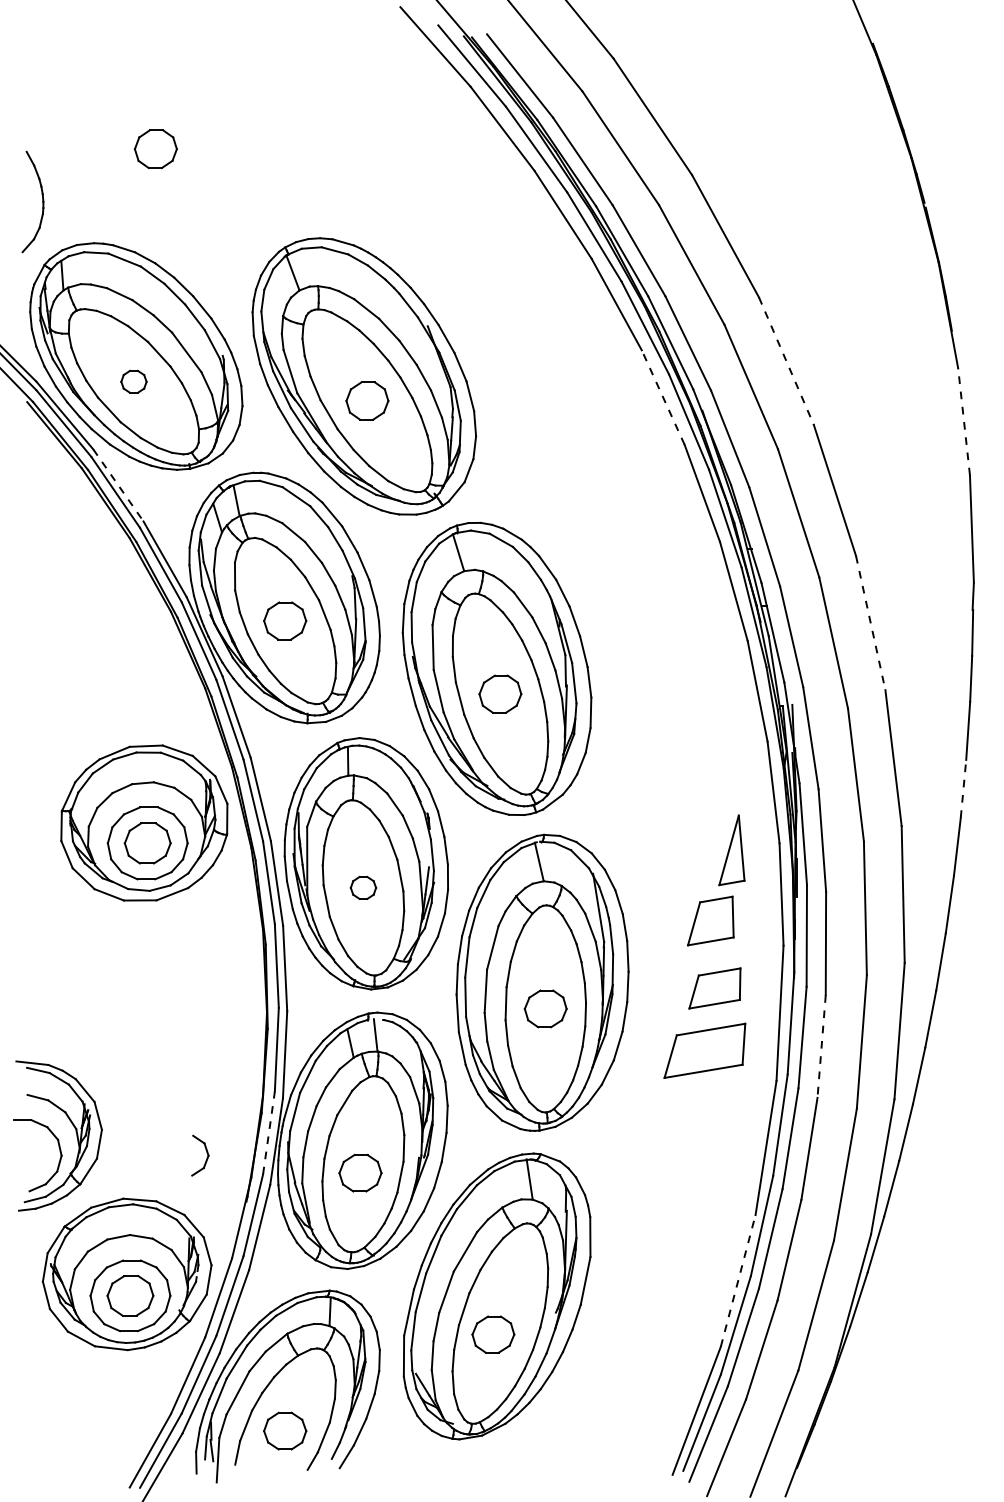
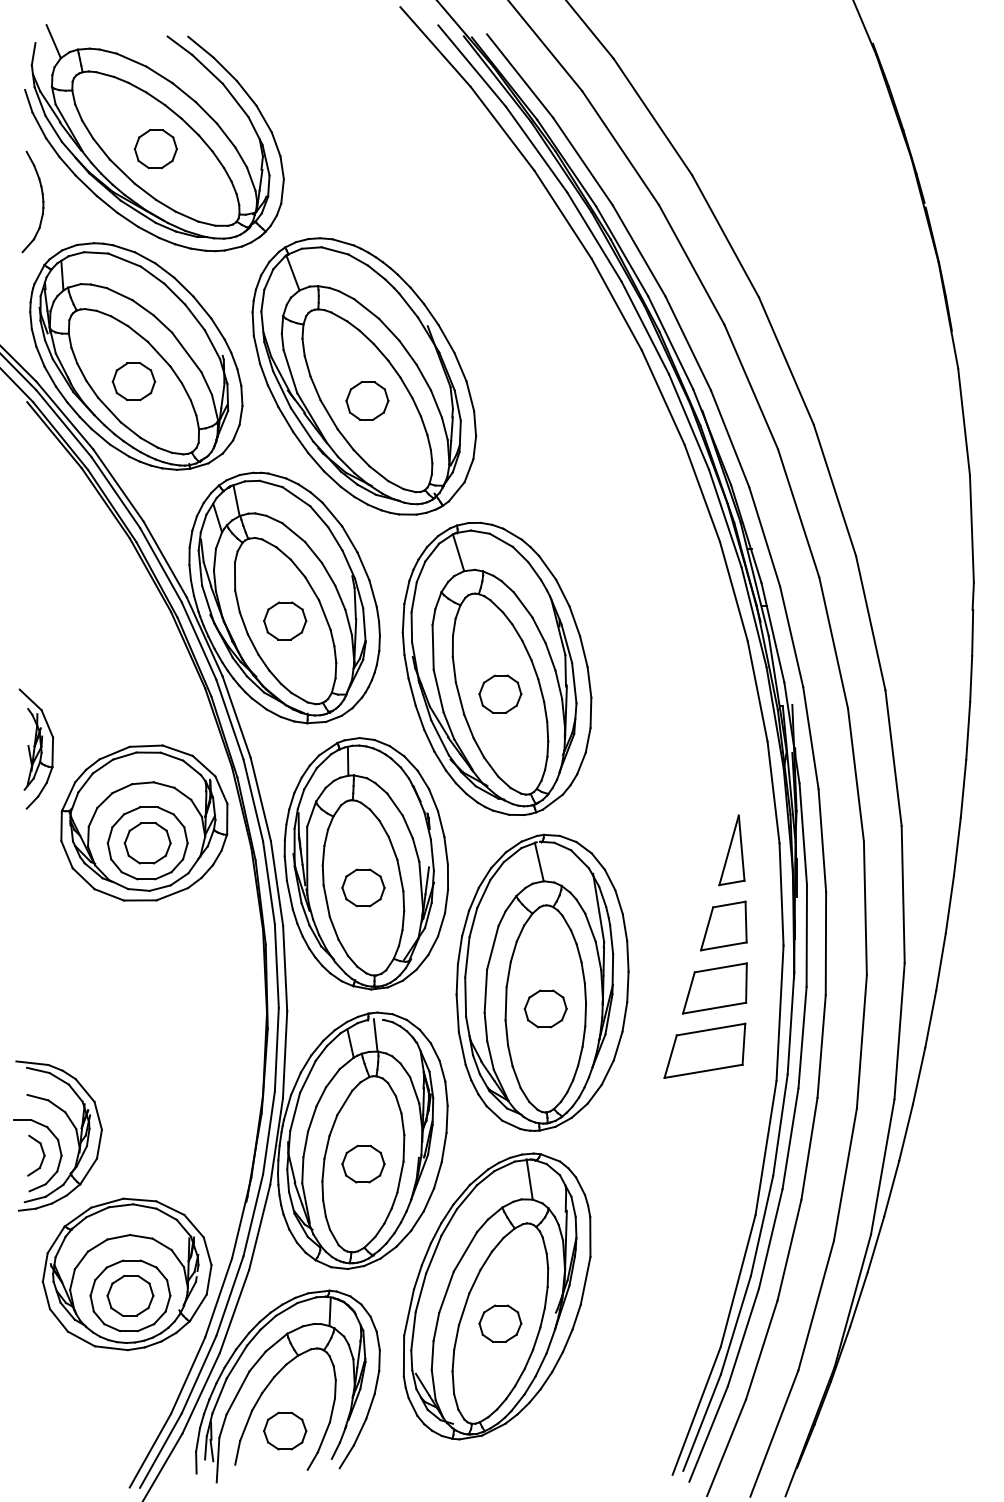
part at (154, 138): none -> present
line at (786, 361): dashed -> solid
part at (133, 381) size: 28x25 px -> 46x40 px
line at (663, 397): dashed -> solid
line at (964, 421): dashed -> solid
line at (118, 485): dashed -> solid
line at (870, 623): dashed -> solid
part at (36, 748): none -> present
line at (963, 788): dashed -> solid
part at (363, 887) size: 29x25 px -> 45x40 px
part at (710, 920) position: (710, 920) -> (723, 925)
part at (714, 988) size: 54x43 px -> 66x53 px
line at (821, 1046): dashed -> solid
line at (268, 1132): dashed -> solid
part at (206, 1153) position: (206, 1153) -> (42, 1153)
part at (360, 1172) position: (360, 1172) -> (363, 1163)
line at (738, 1280): dashed -> solid
part at (493, 1334) position: (493, 1334) -> (500, 1323)
